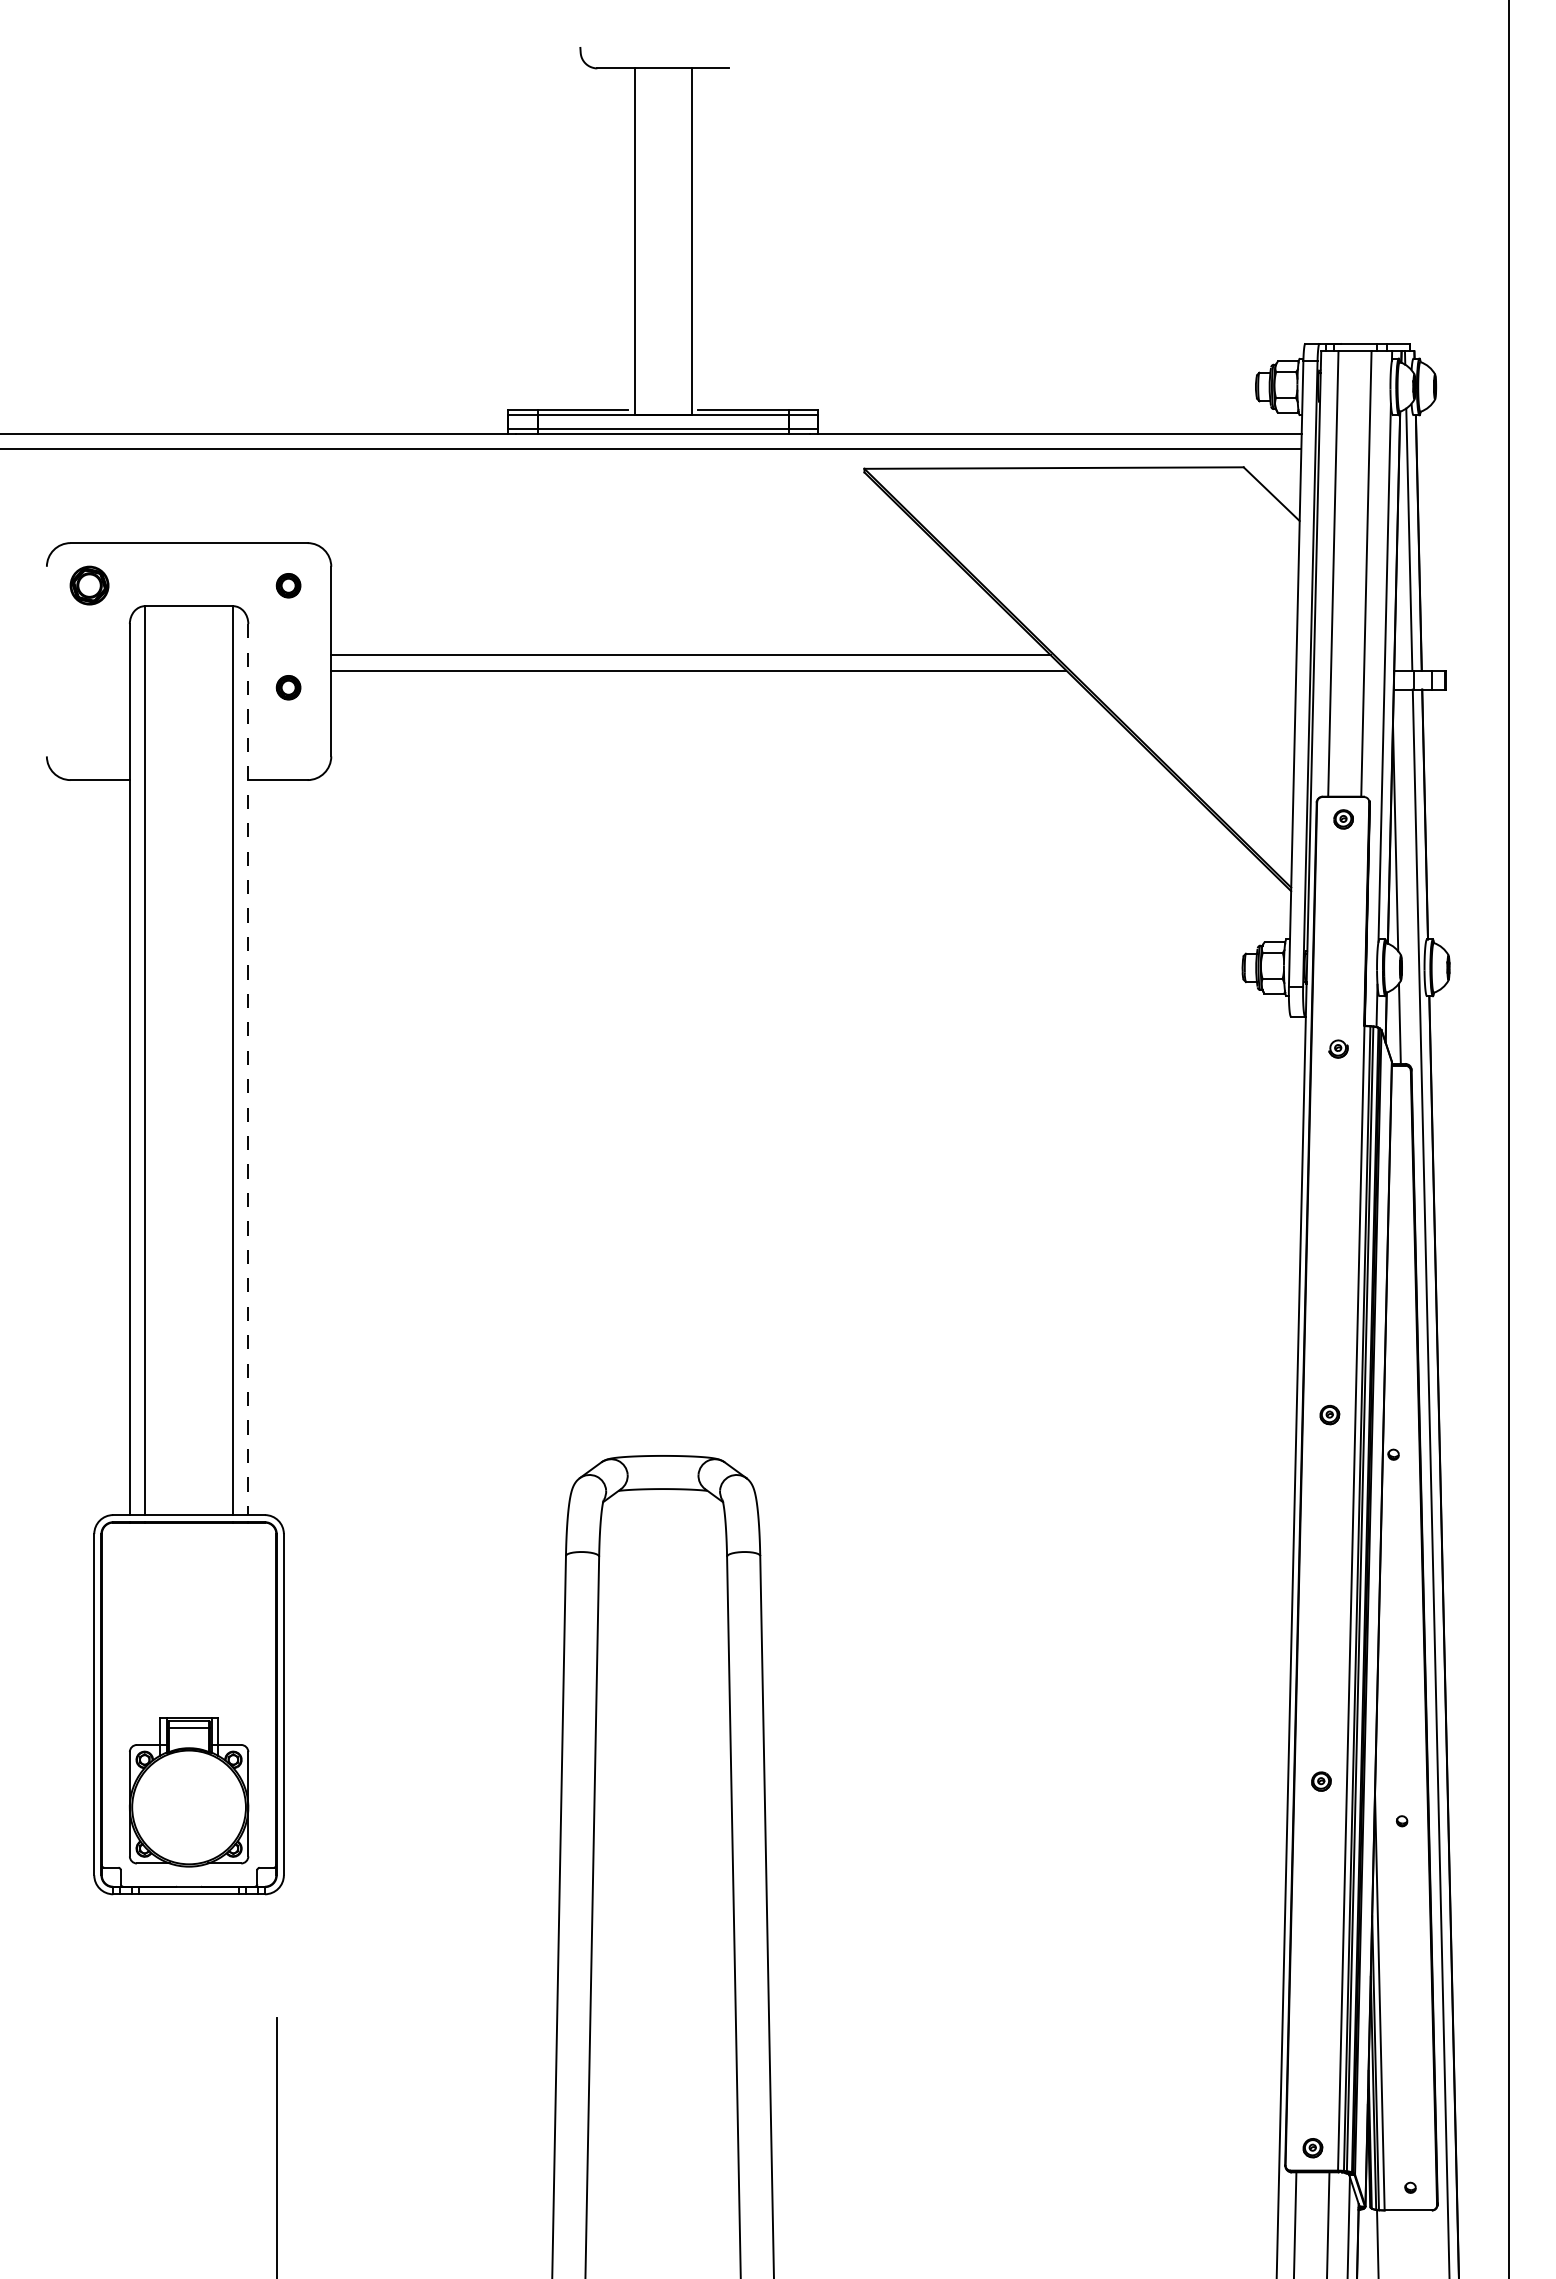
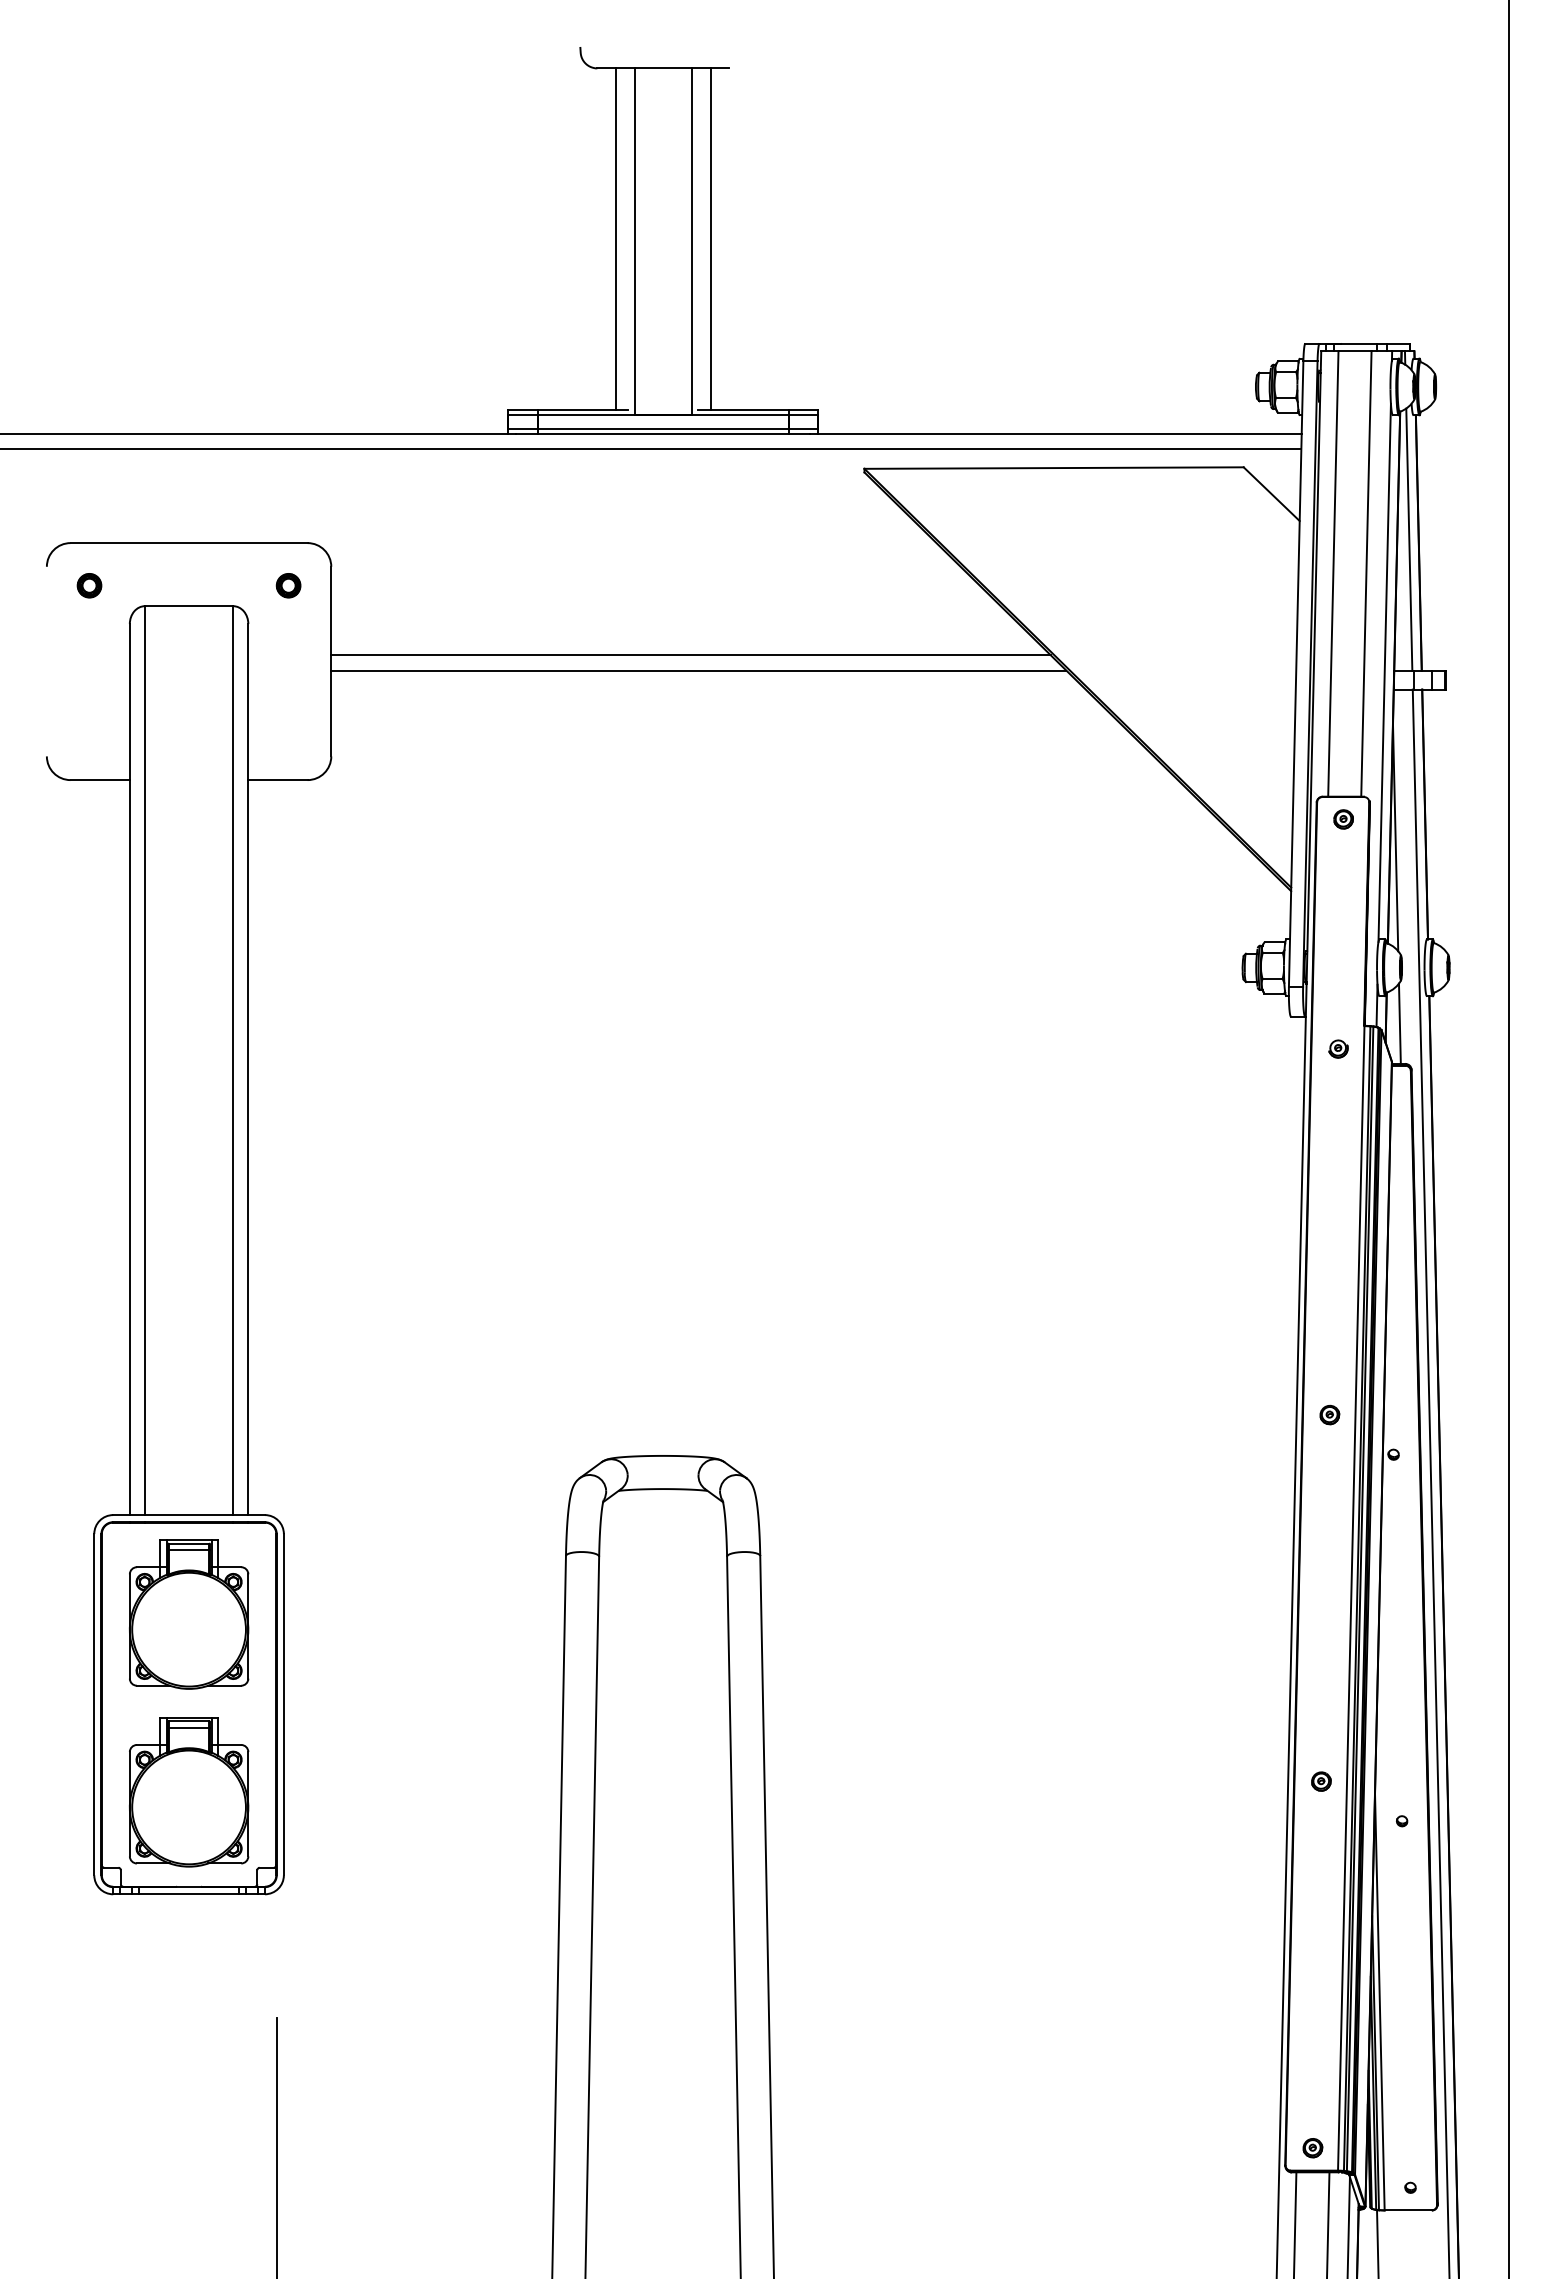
line at (615, 238): none -> present
line at (710, 238): none -> present
part at (89, 585) size: 41x41 px -> 27x26 px
part at (288, 687): present -> none
line at (248, 1069): dashed -> solid
part at (189, 1614): none -> present
